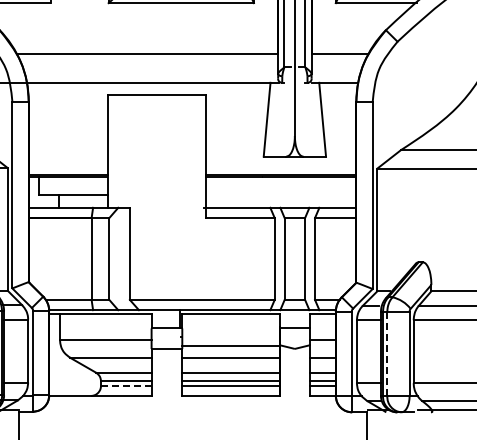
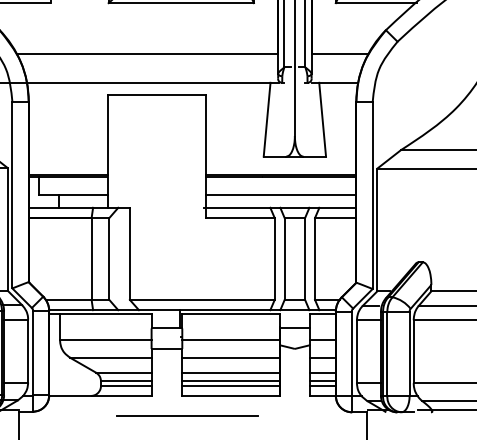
line at (280, 195): none -> present
line at (230, 346) position: (230, 346) -> (230, 340)
line at (387, 354): dashed -> solid
line at (126, 385): dashed -> solid
line at (187, 415): none -> present
